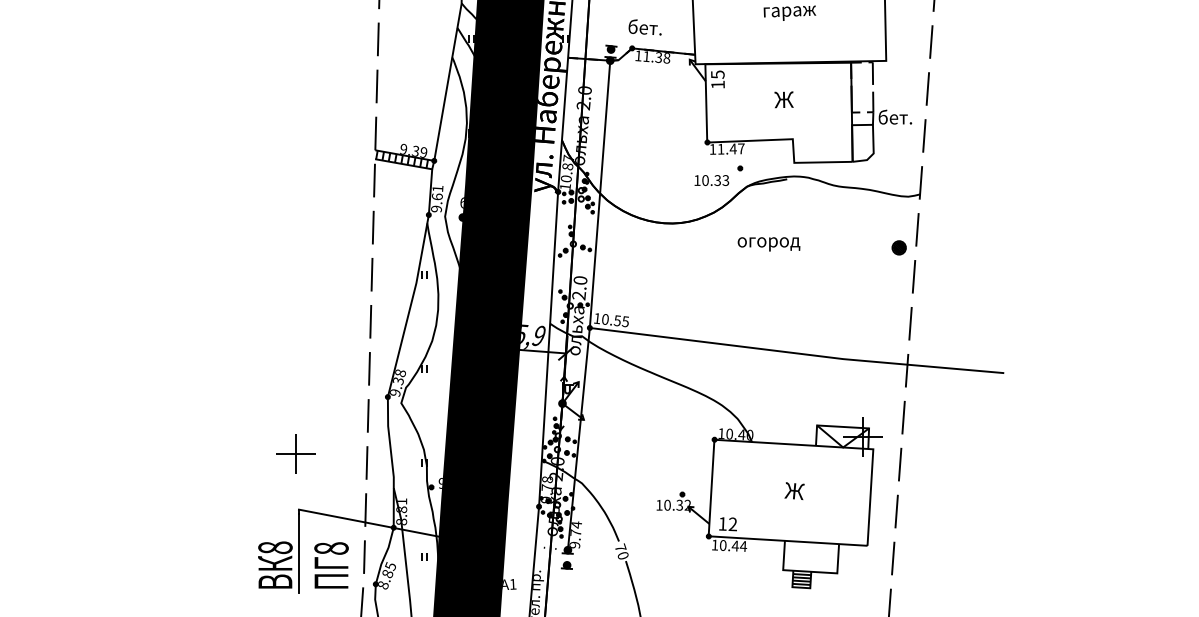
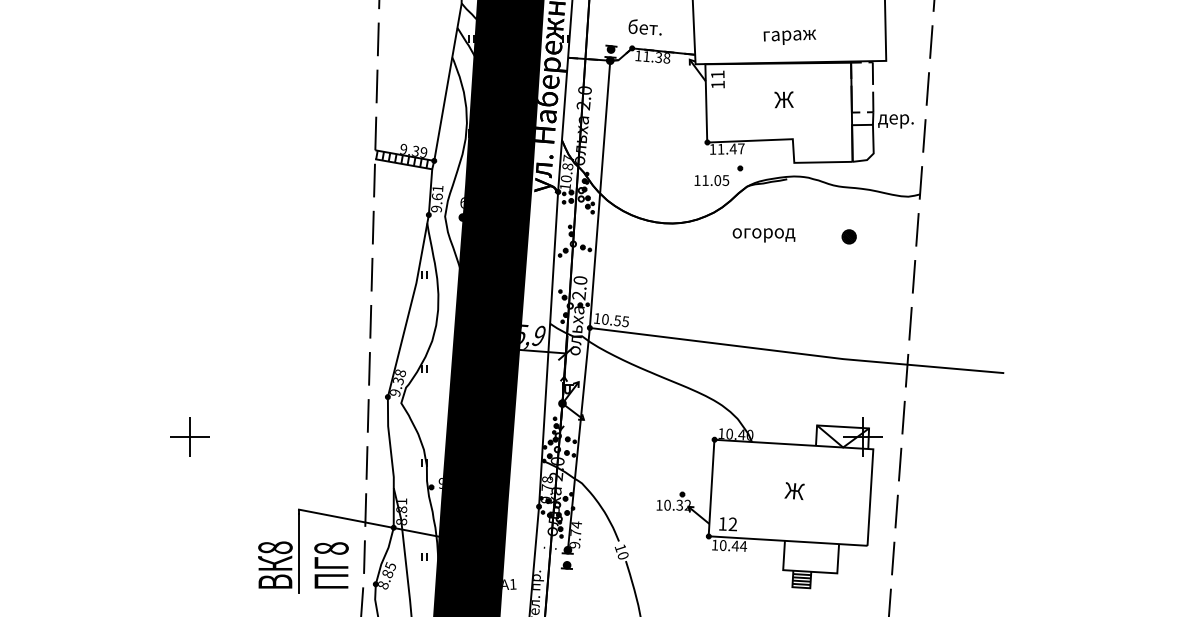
text at (789, 12) position: (789, 12) -> (789, 36)
text at (717, 74): 15 -> 11
text at (895, 118): бет. -> дер.
text at (715, 180): 10.33 -> 11.05
text at (768, 244) position: (768, 244) -> (763, 235)
part at (898, 247) position: (898, 247) -> (848, 236)
part at (295, 453) position: (295, 453) -> (189, 436)
text at (620, 547): 70 -> 10
